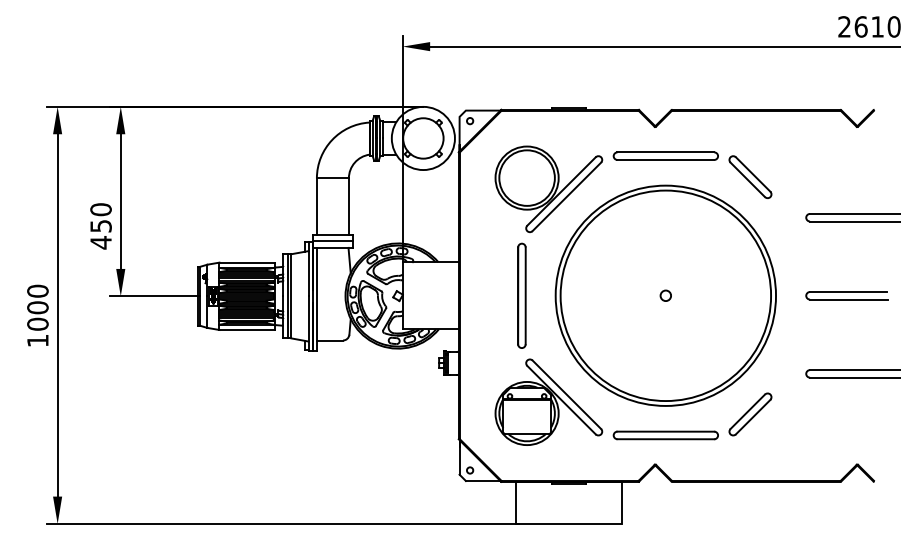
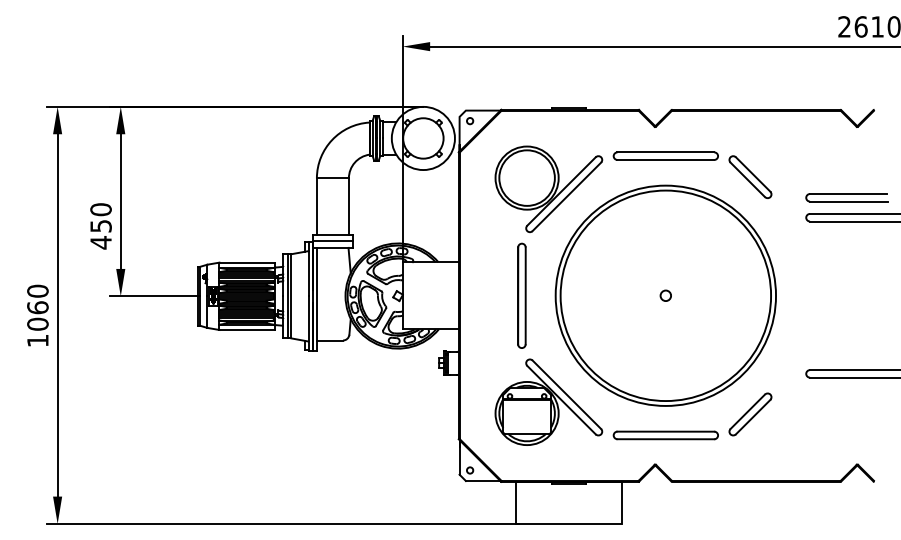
part at (846, 295) position: (846, 295) -> (846, 197)
text at (37, 307): 1000 -> 1060
